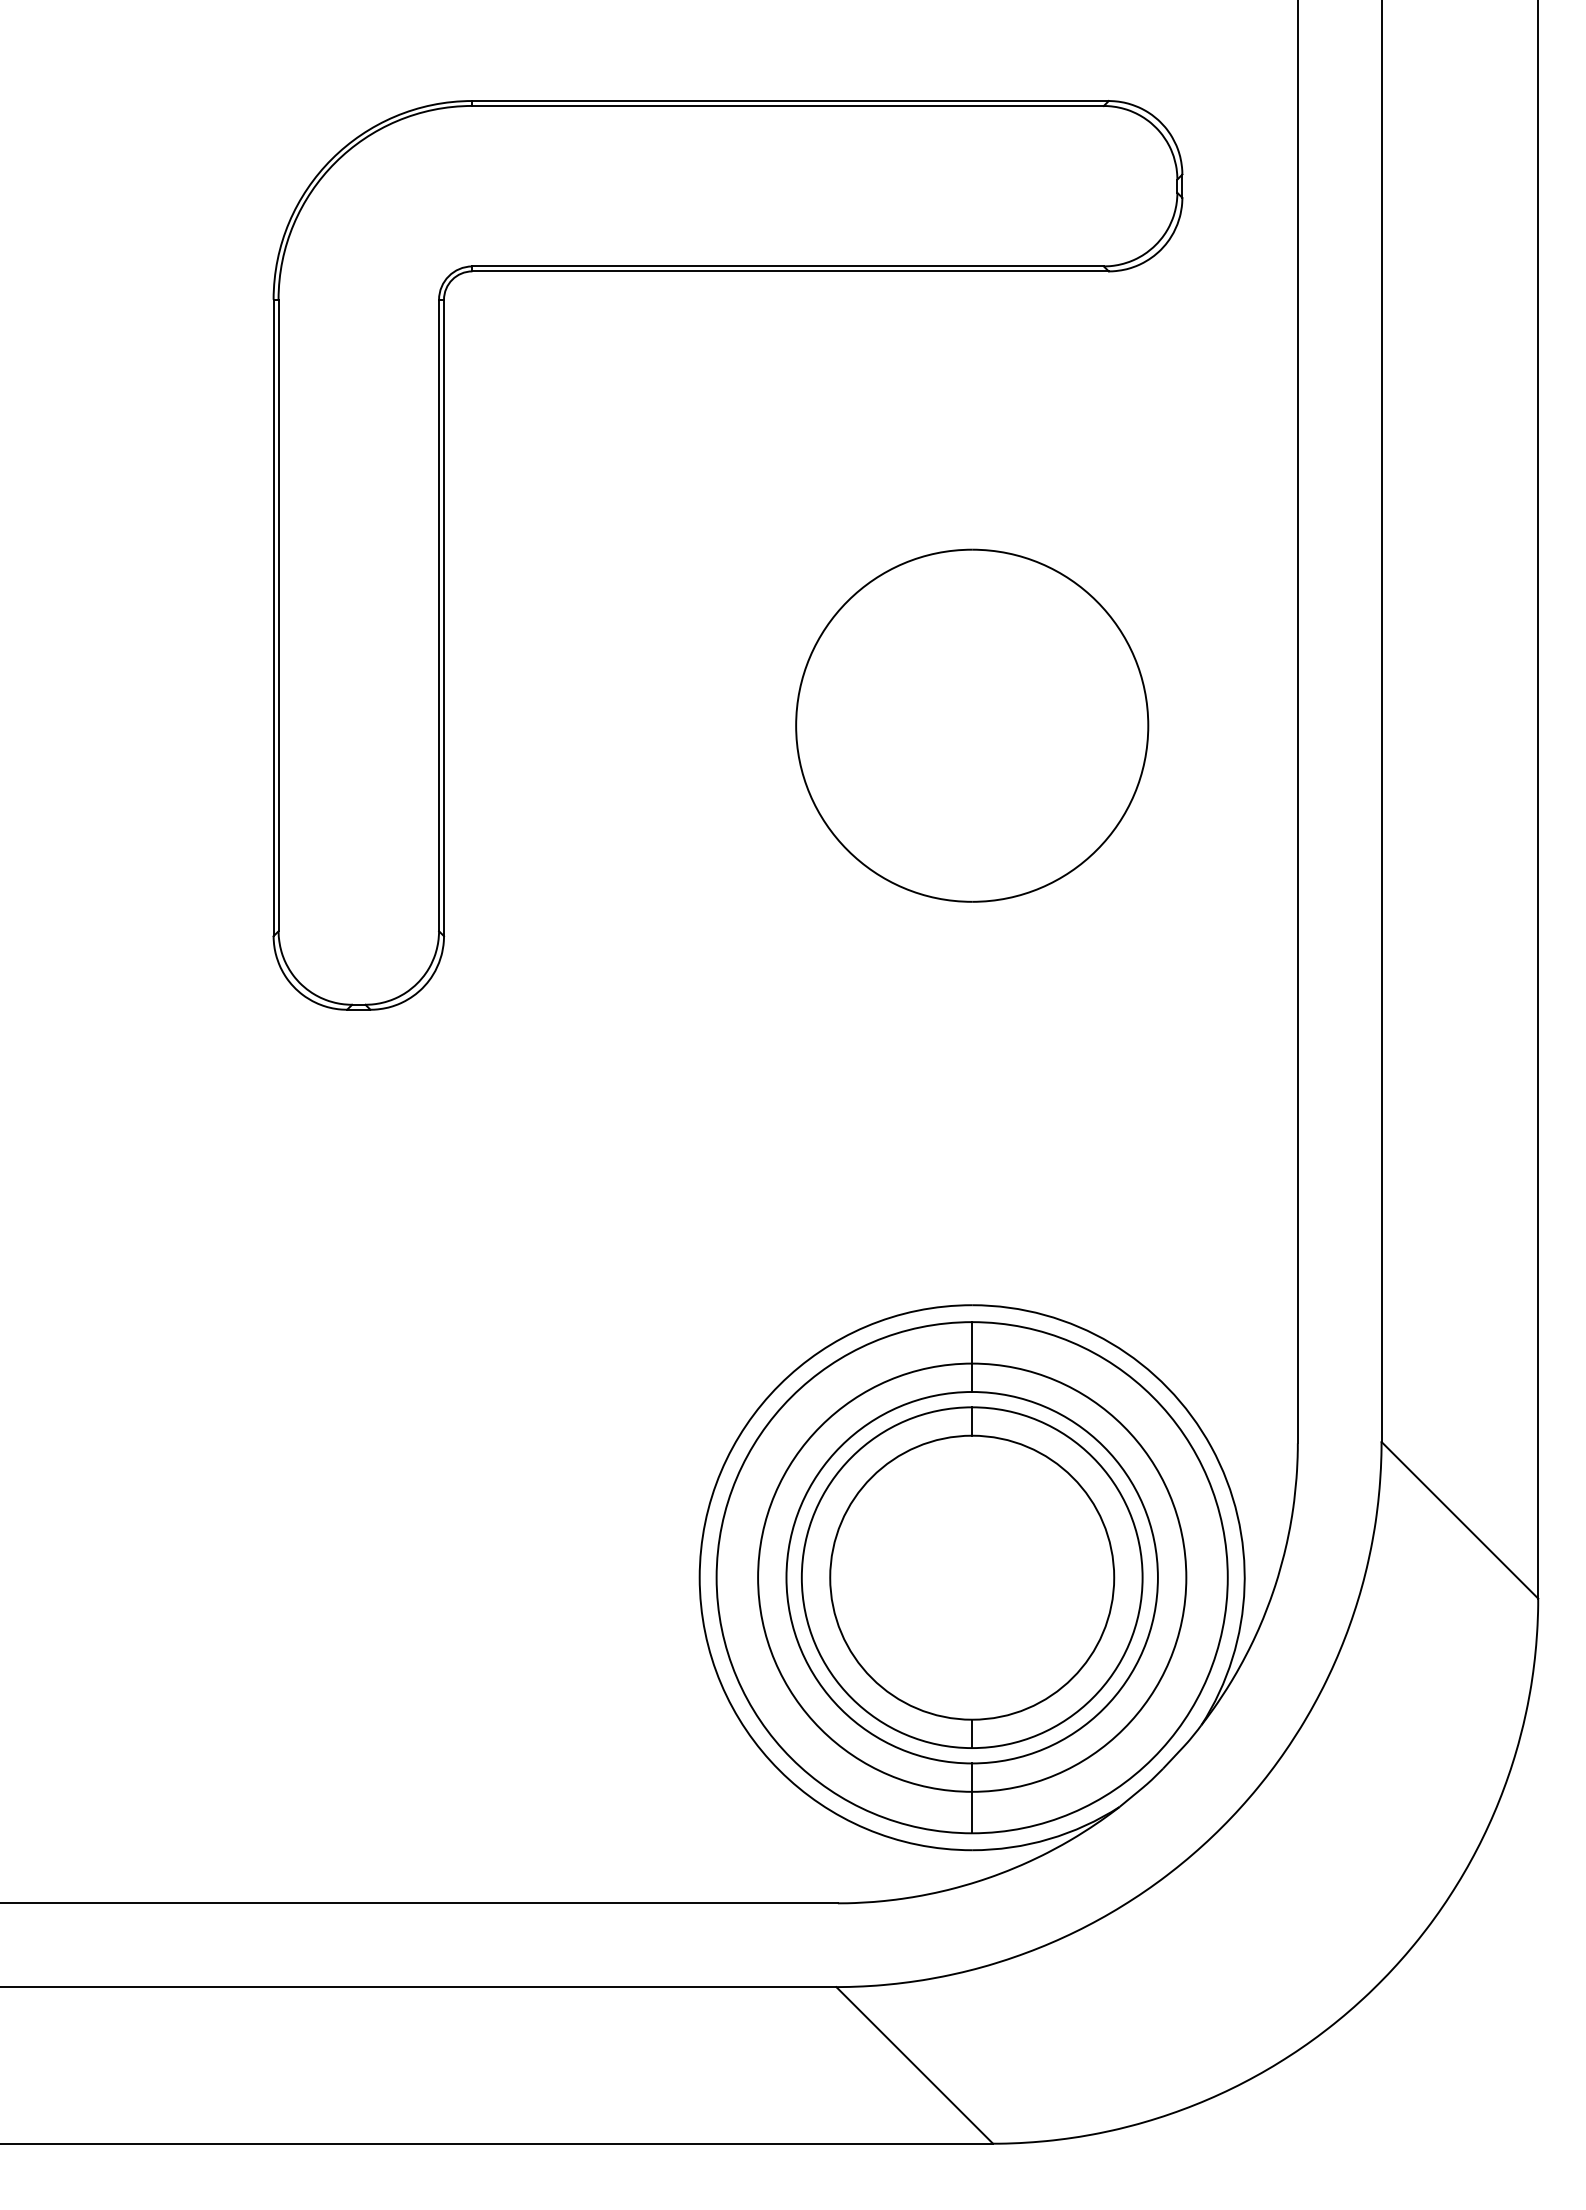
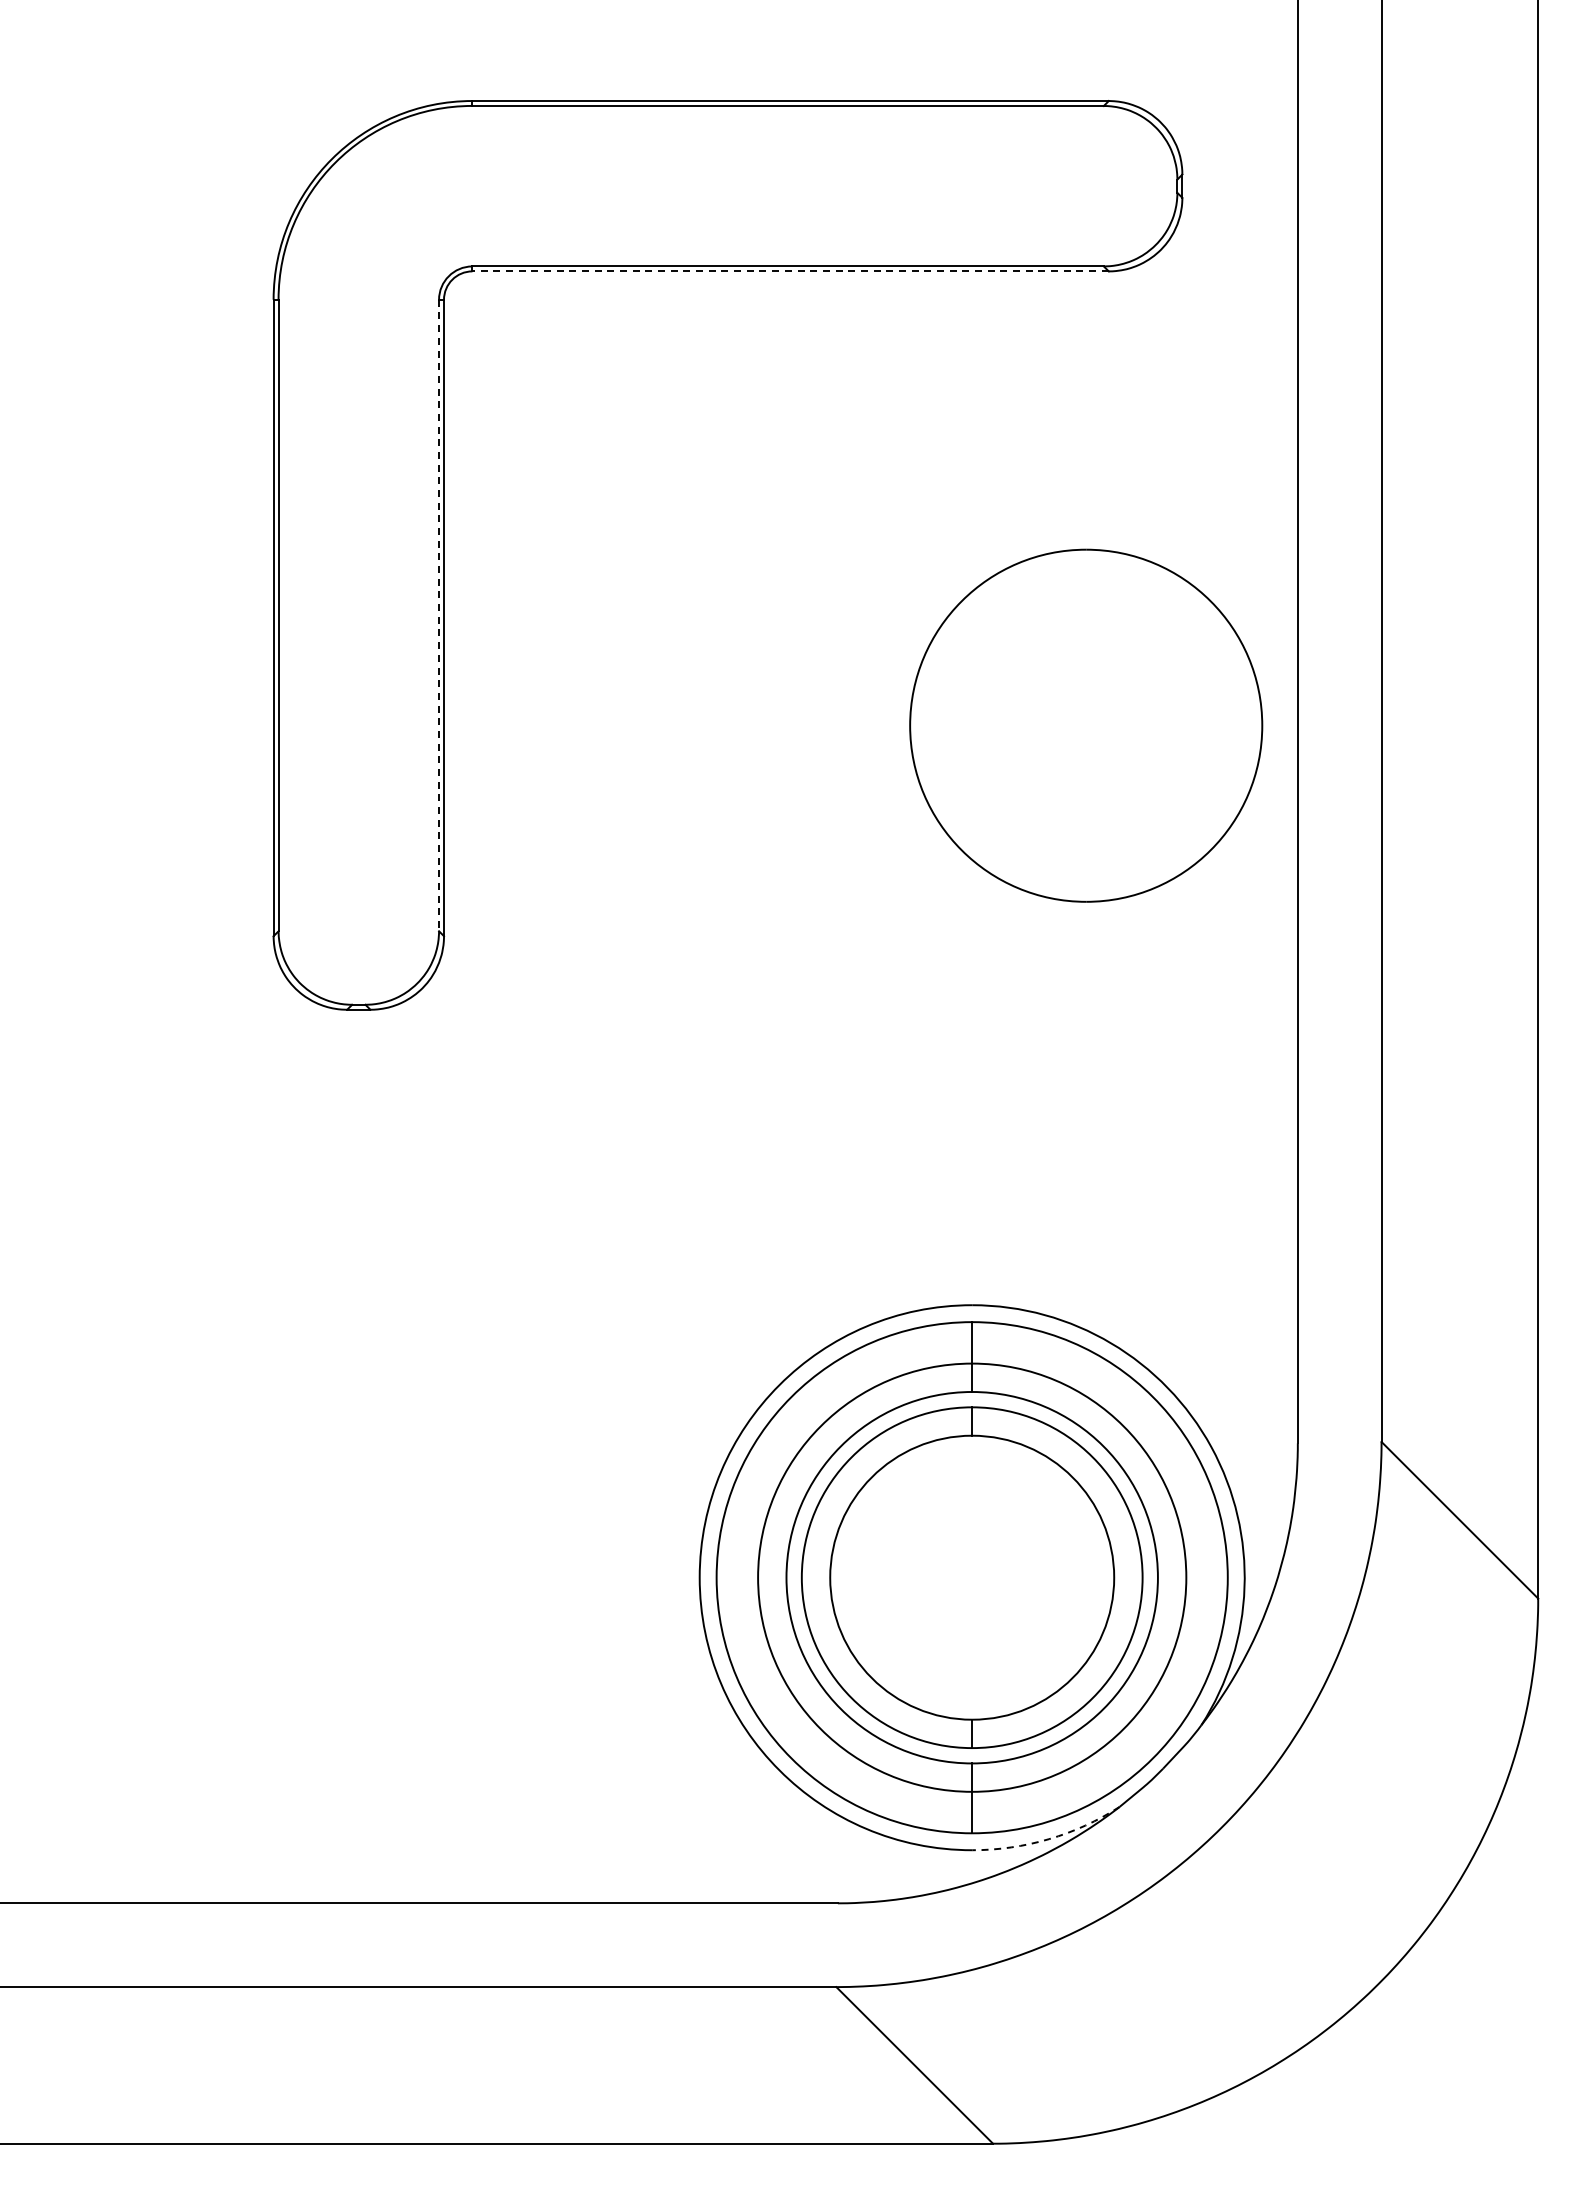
line at (790, 271): solid -> dashed
line at (439, 615): solid -> dashed
part at (972, 725) position: (972, 725) -> (1086, 725)
arc at (1049, 1839): solid -> dashed
